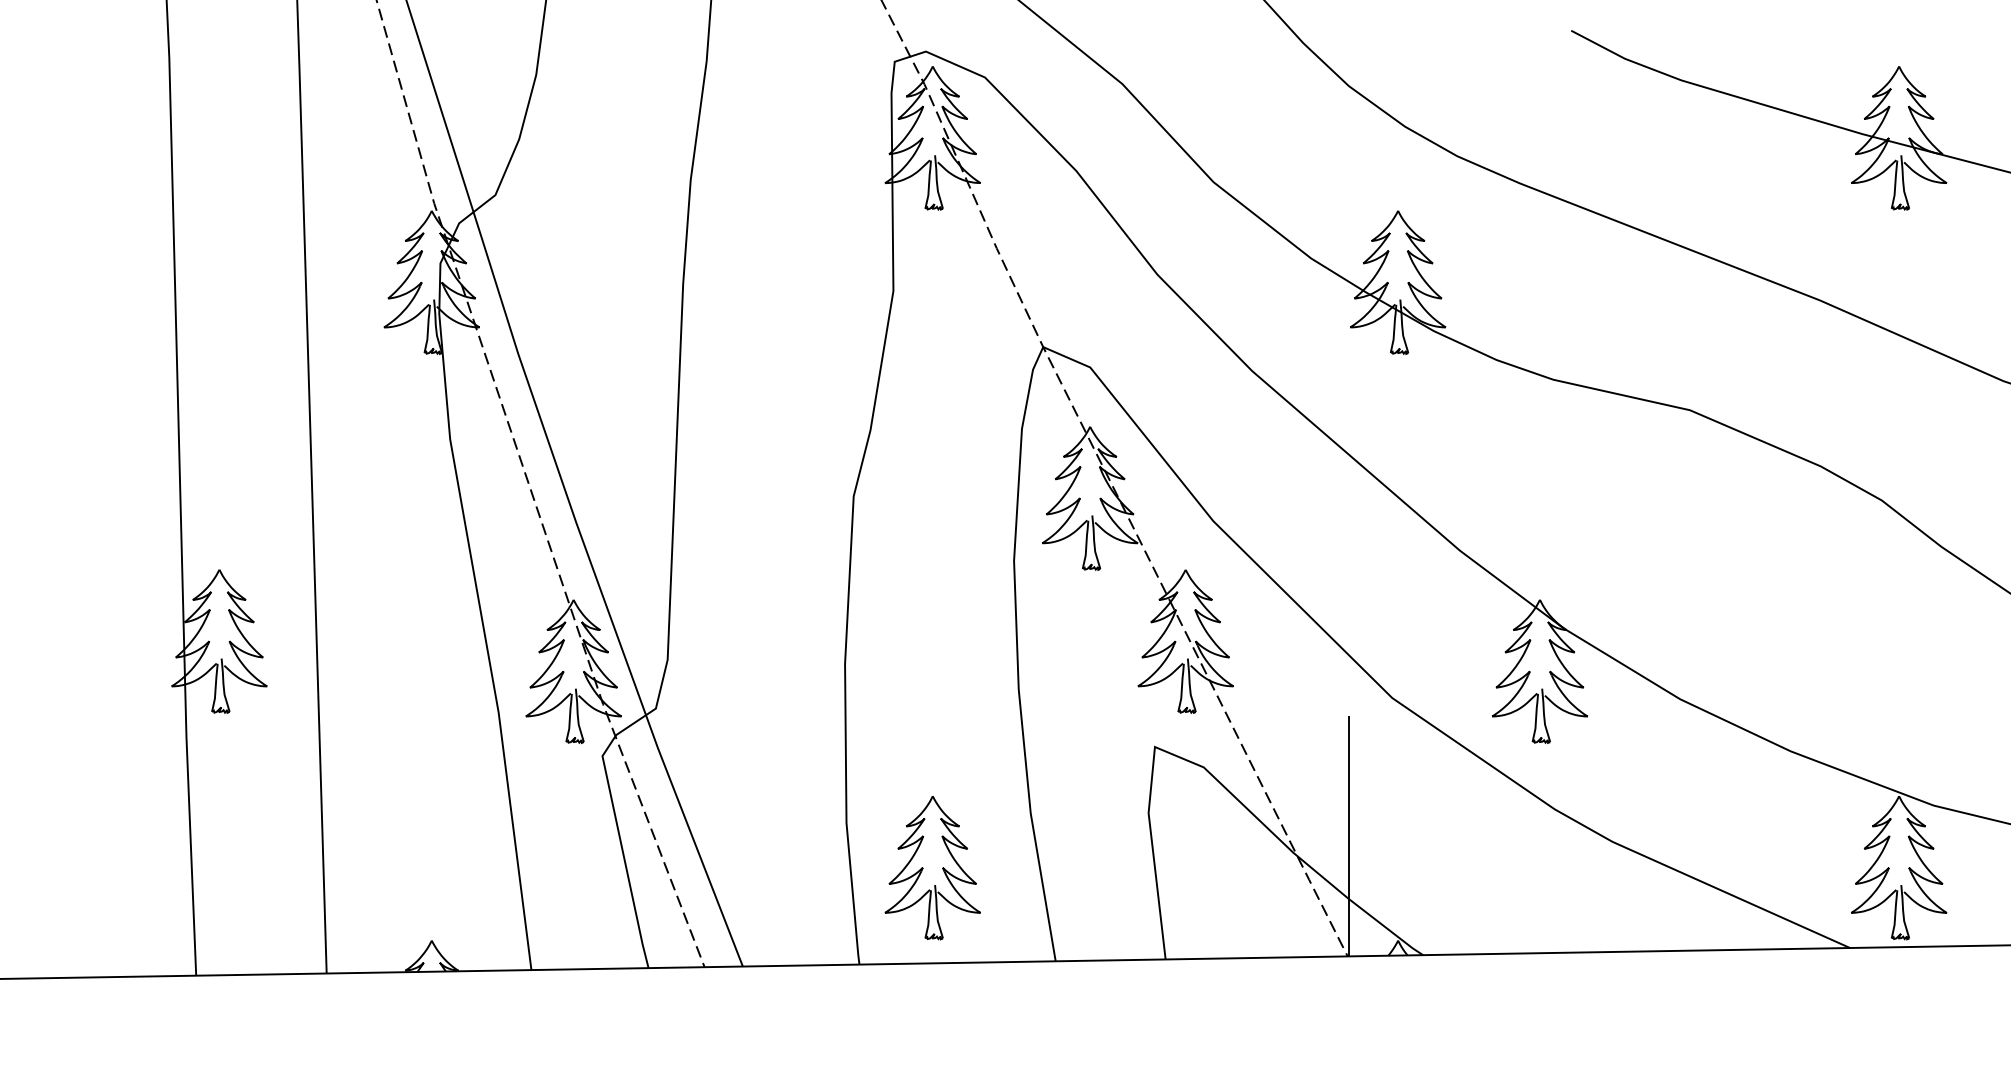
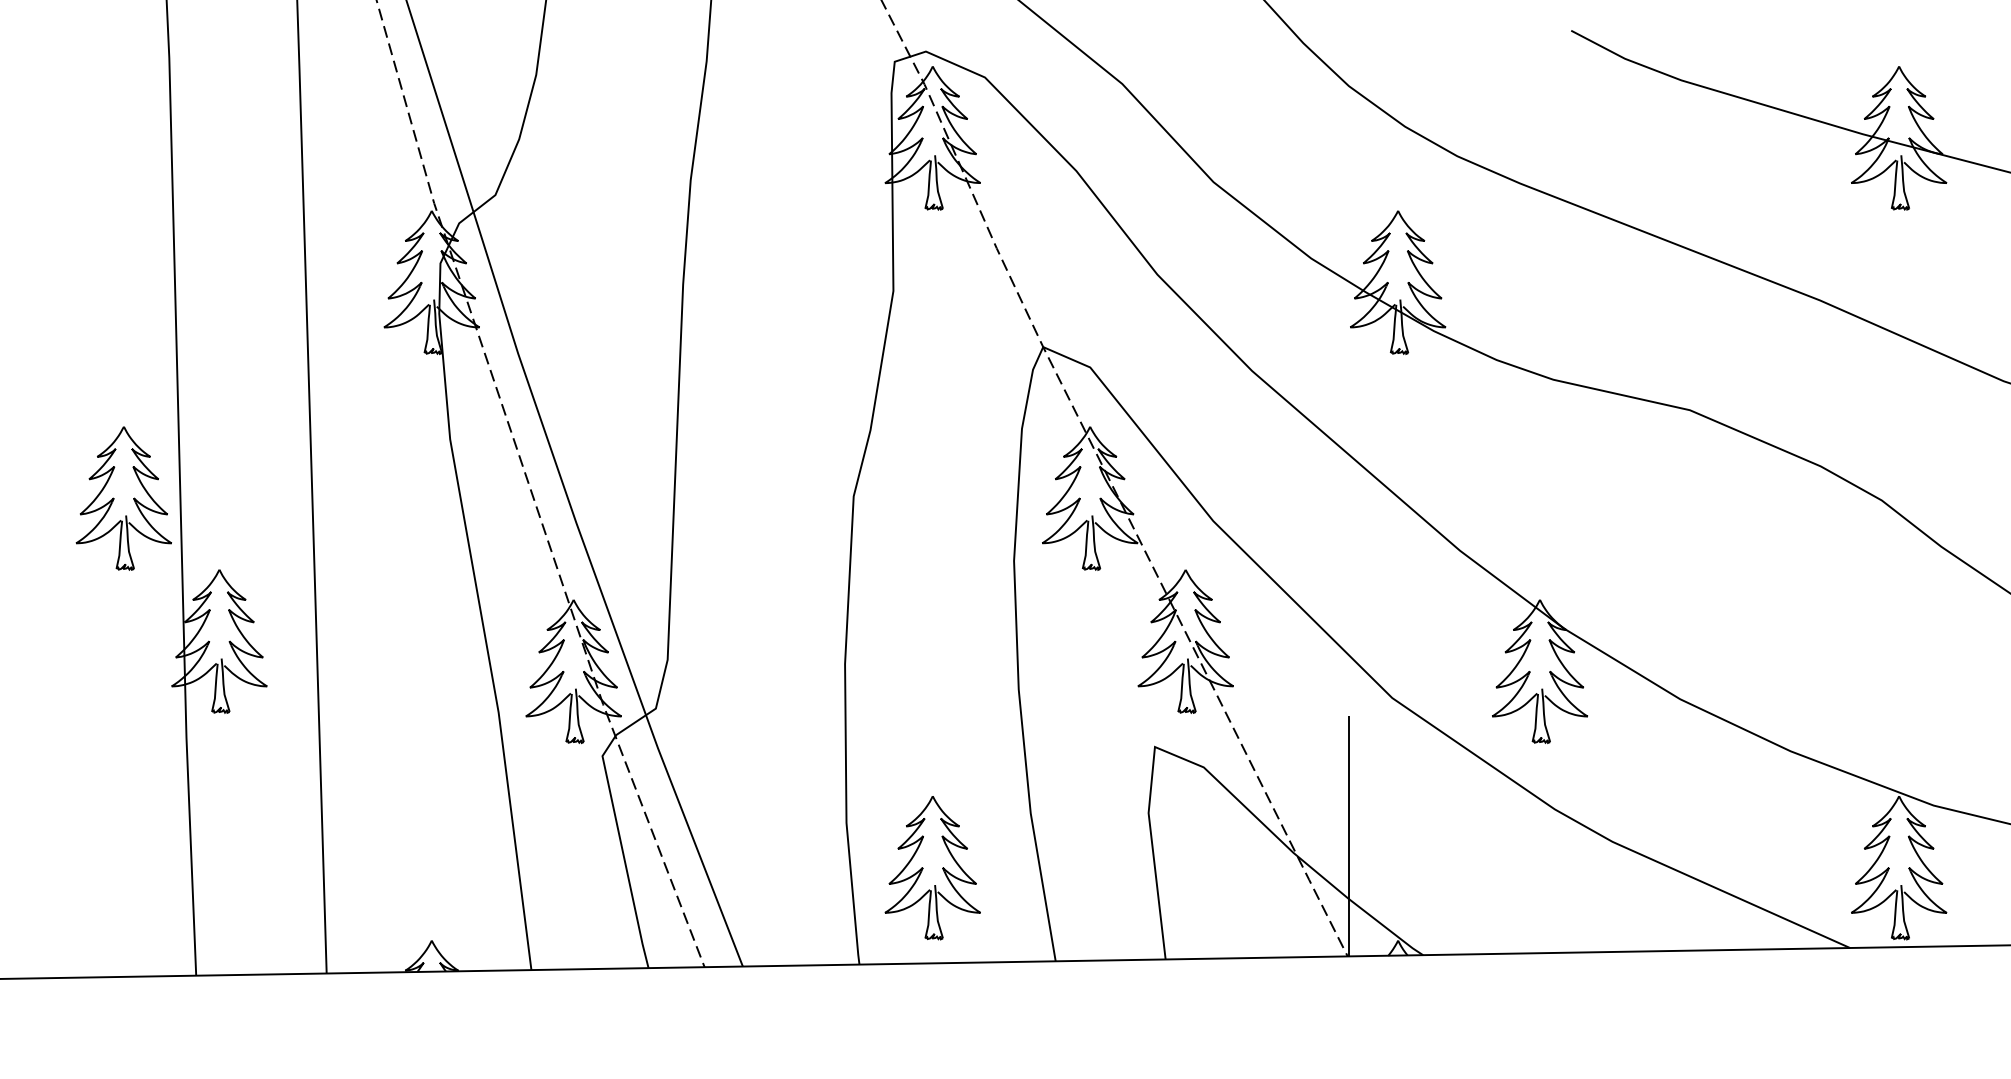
part at (123, 498): none -> present
